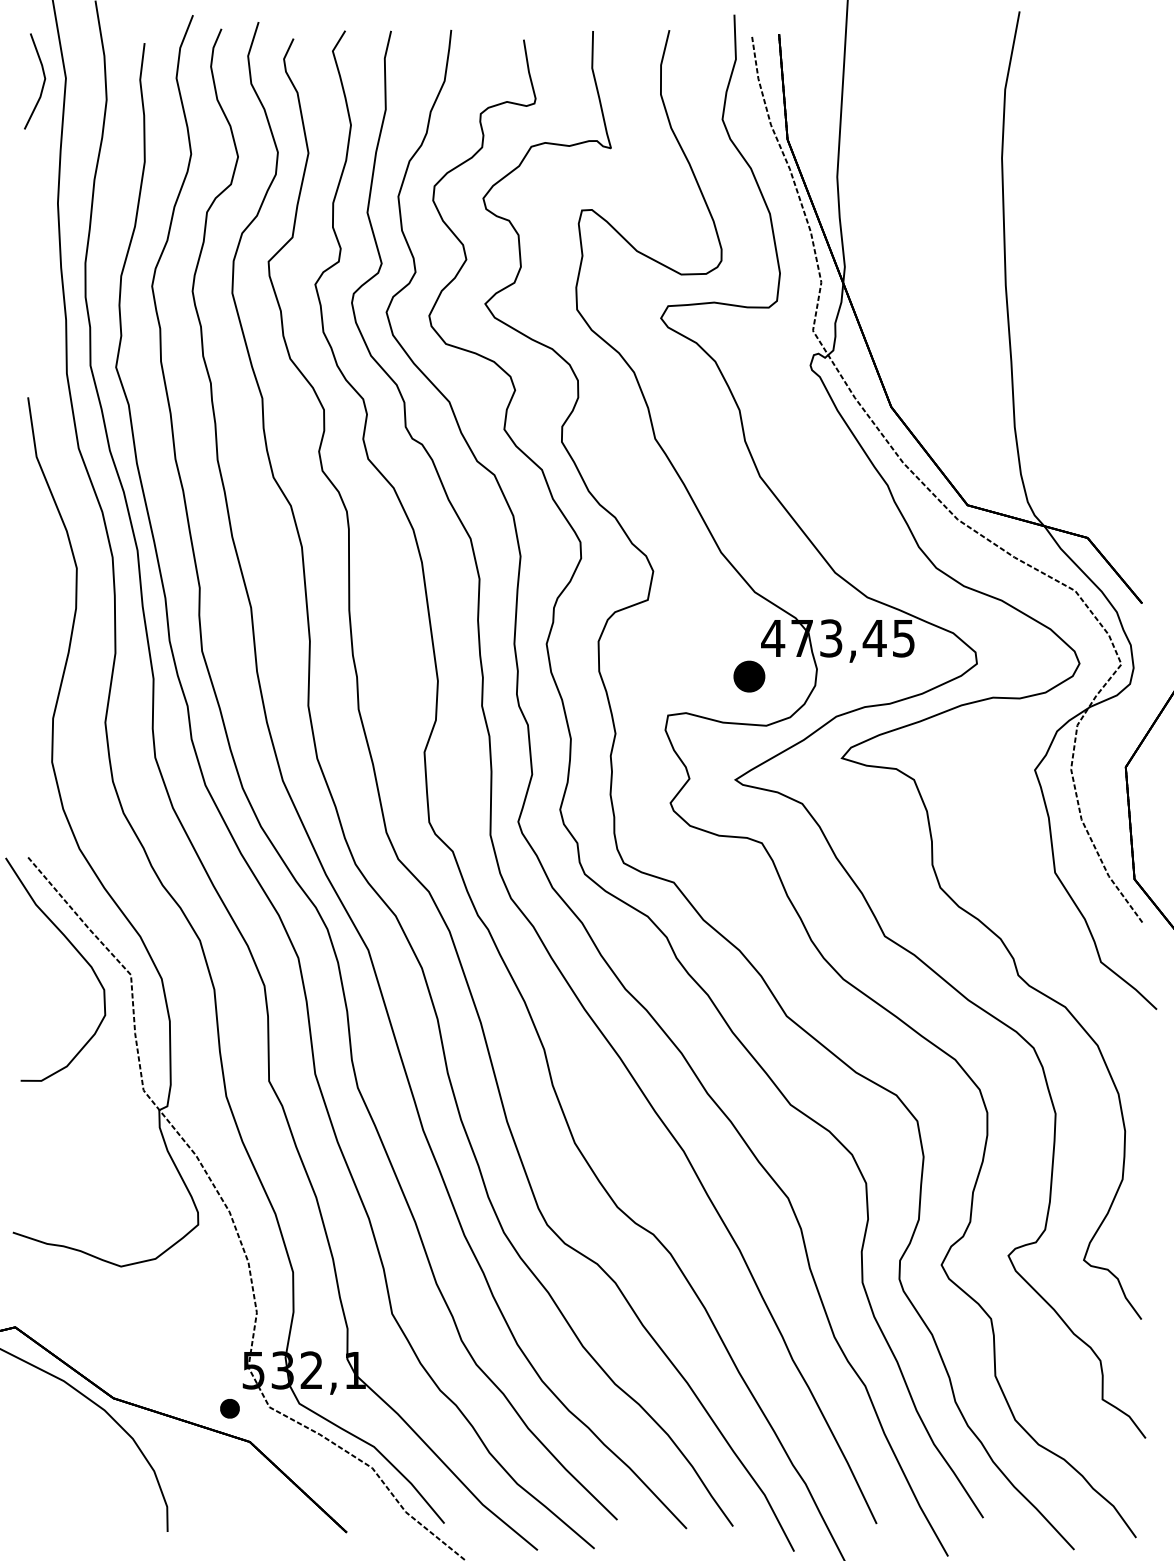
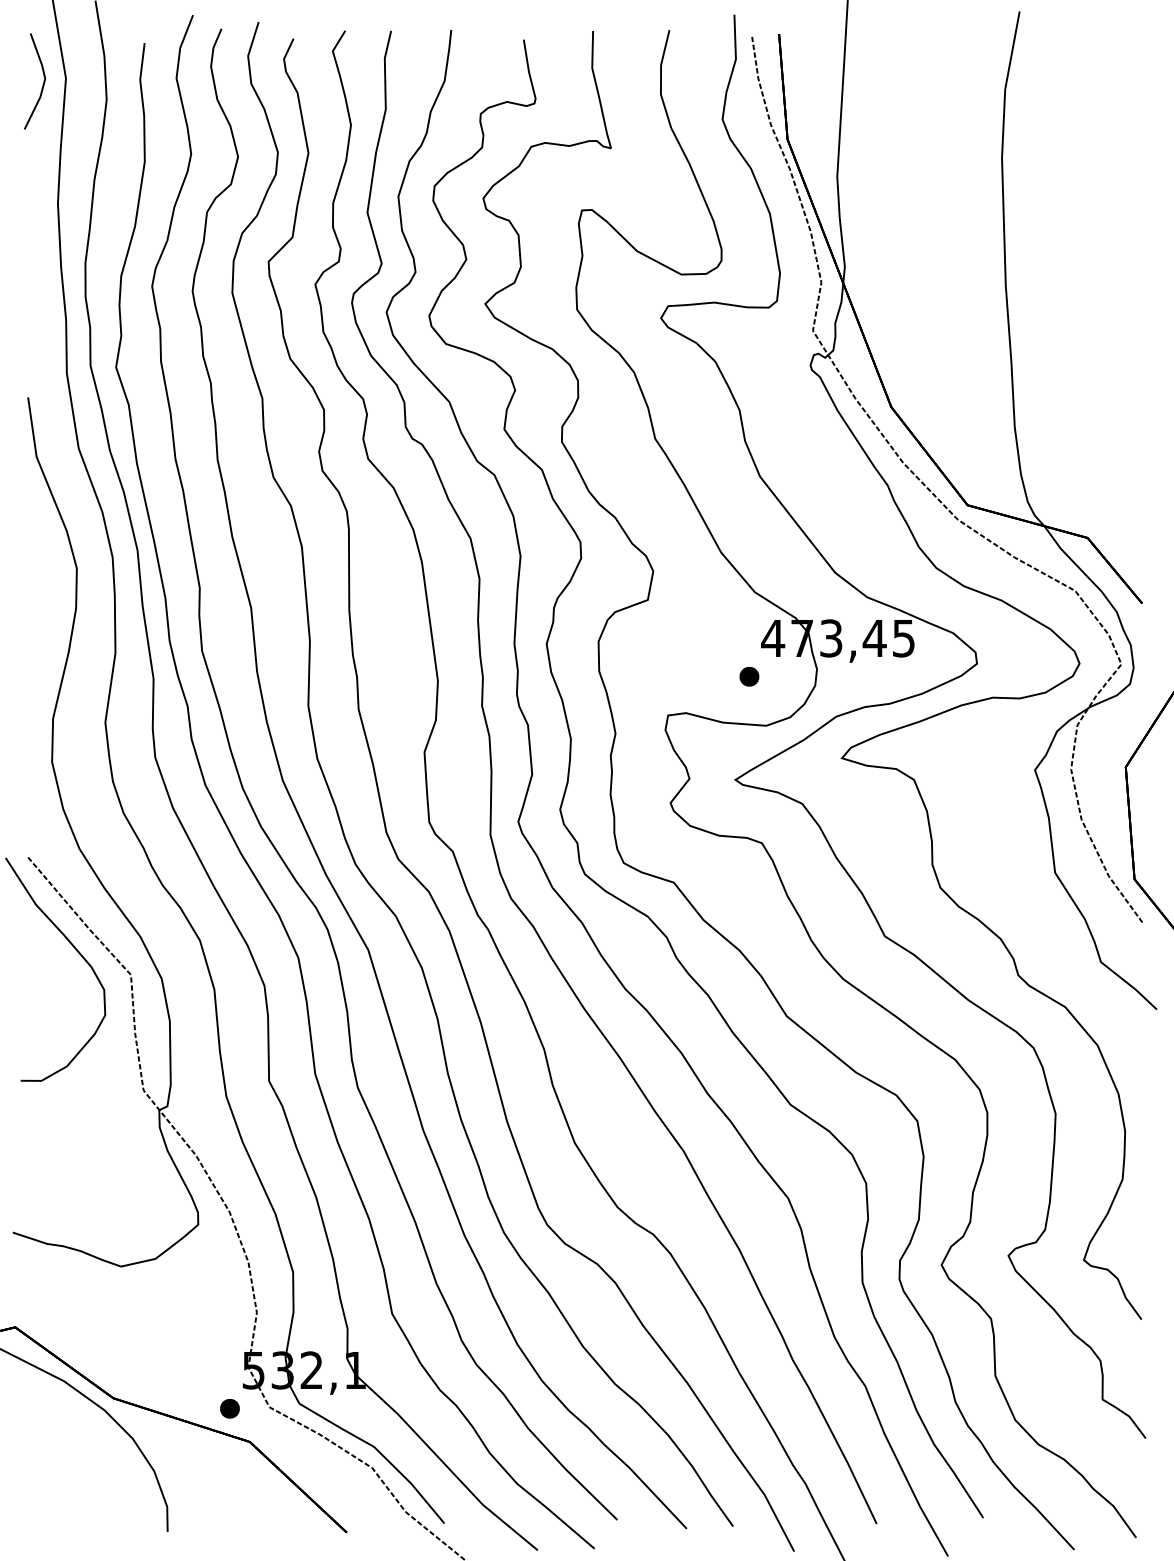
part at (749, 676) size: 33x33 px -> 21x20 px
